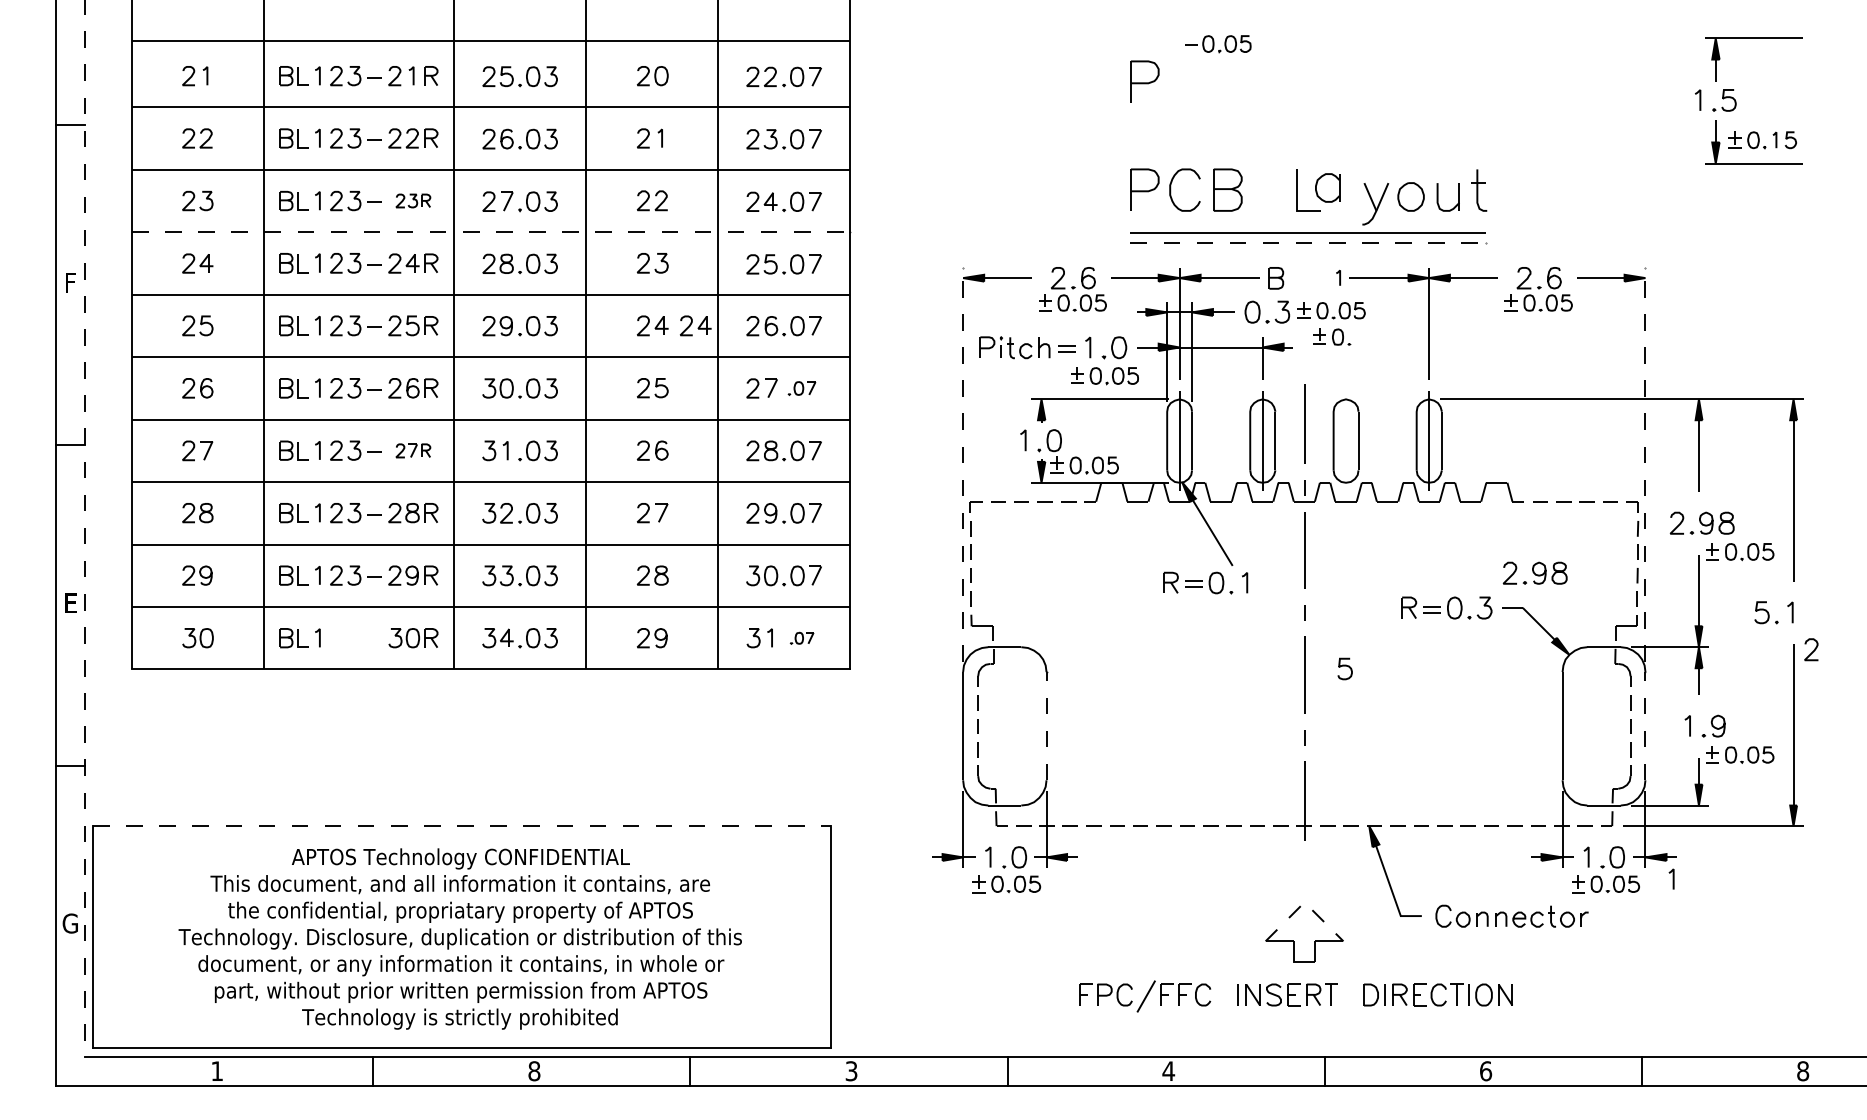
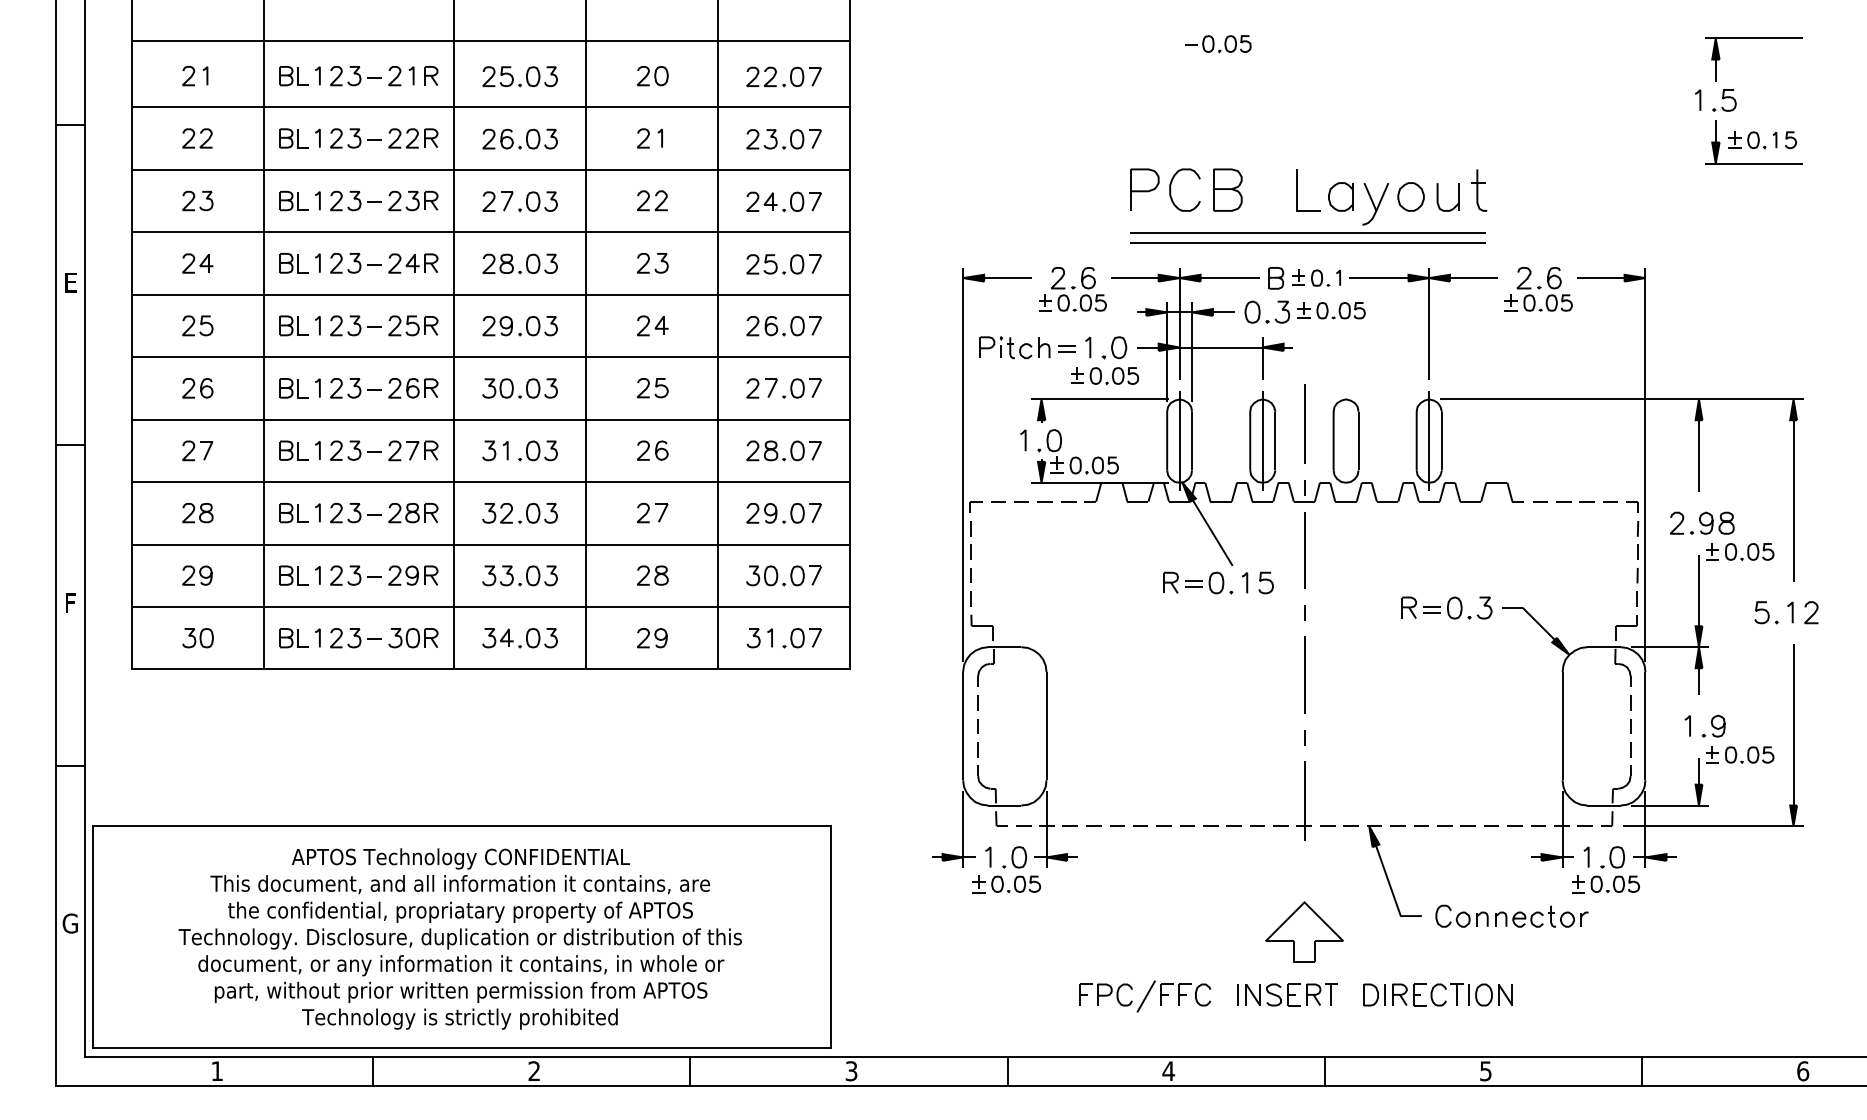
part at (1144, 81): present -> none
part at (1327, 187) position: (1327, 187) -> (1340, 196)
part at (413, 200) size: 37x16 px -> 51x22 px
line at (492, 232): dashed -> solid
line at (1309, 243): dashed -> solid
text at (70, 282): F -> E
part at (695, 325): present -> none
part at (1332, 336) position: (1332, 336) -> (1311, 277)
part at (801, 388) size: 30x15 px -> 40x21 px
part at (413, 450) size: 37x16 px -> 51x22 px
line at (963, 463): dashed -> solid
line at (1645, 463): dashed -> solid
line at (85, 528): dashed -> solid
part at (1534, 572): present -> none
text at (70, 602): E -> F
part at (801, 637) size: 26x14 px -> 40x21 px
part at (355, 638): none -> present
curve at (1813, 650) position: (1813, 650) -> (1813, 613)
curve at (1344, 666) position: (1344, 666) -> (1265, 580)
line at (1046, 725): dashed -> solid
line at (1645, 725): dashed -> solid
line at (461, 825): dashed -> solid
line at (1672, 878): present -> none
line at (1304, 902): dashed -> solid
text at (534, 1071): 8 -> 2
text at (1486, 1071): 6 -> 5
text at (1803, 1071): 8 -> 6
